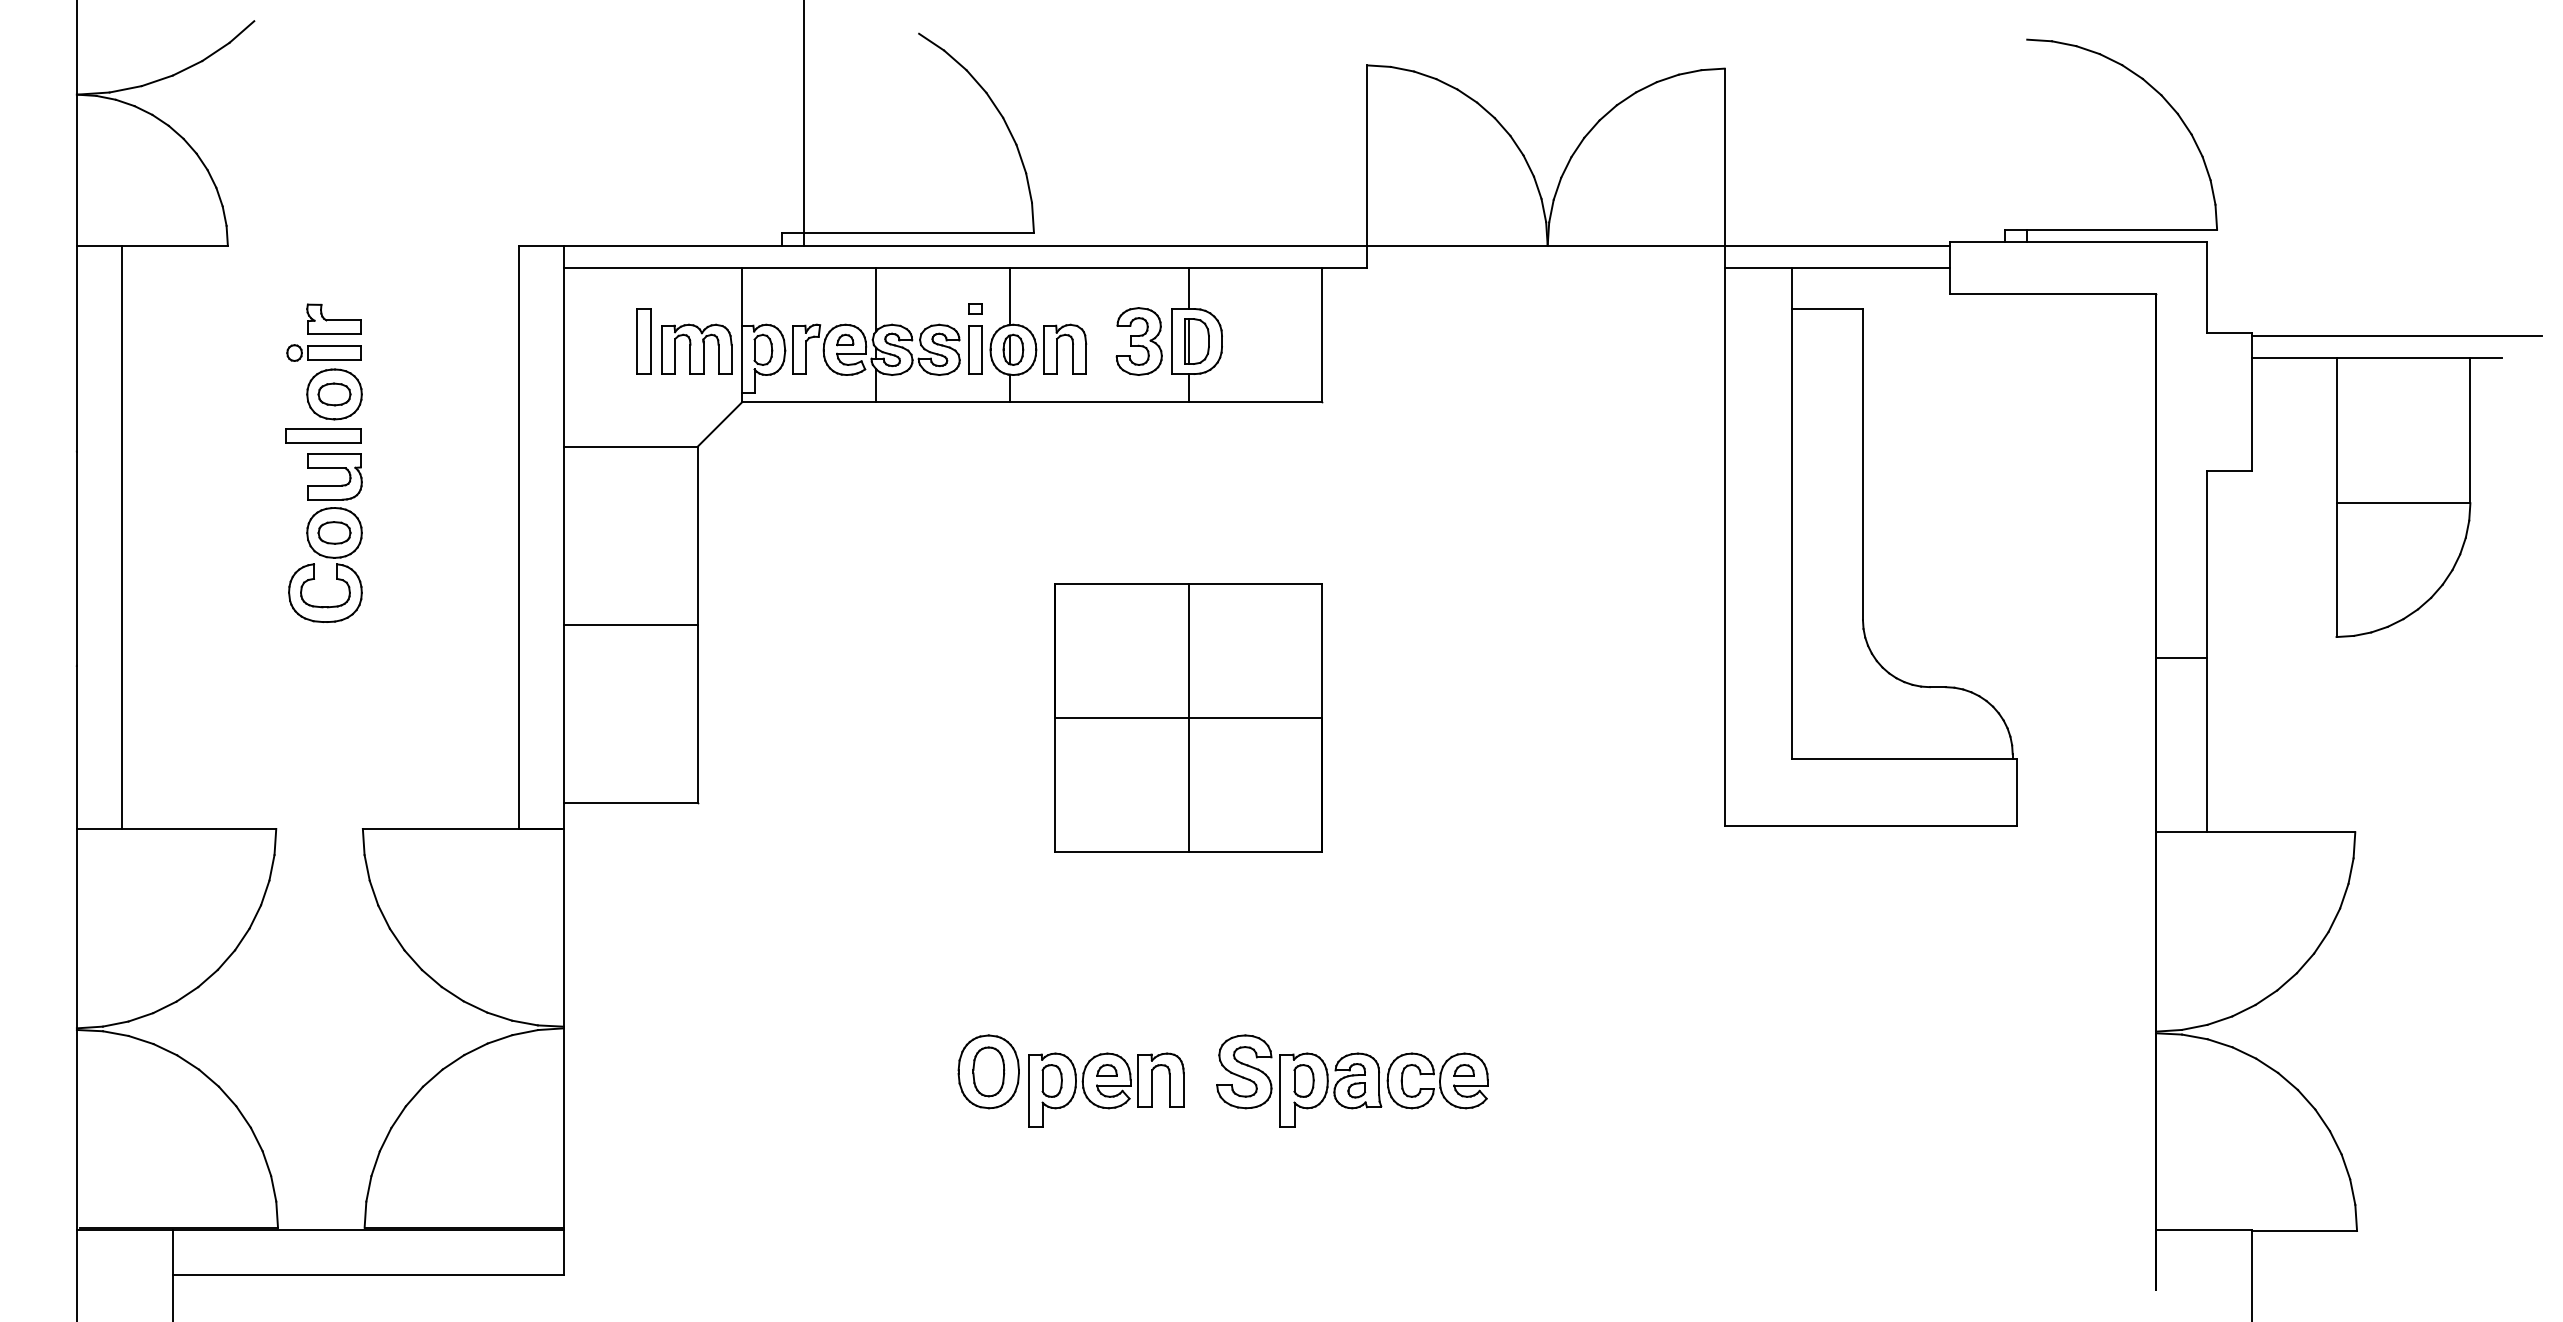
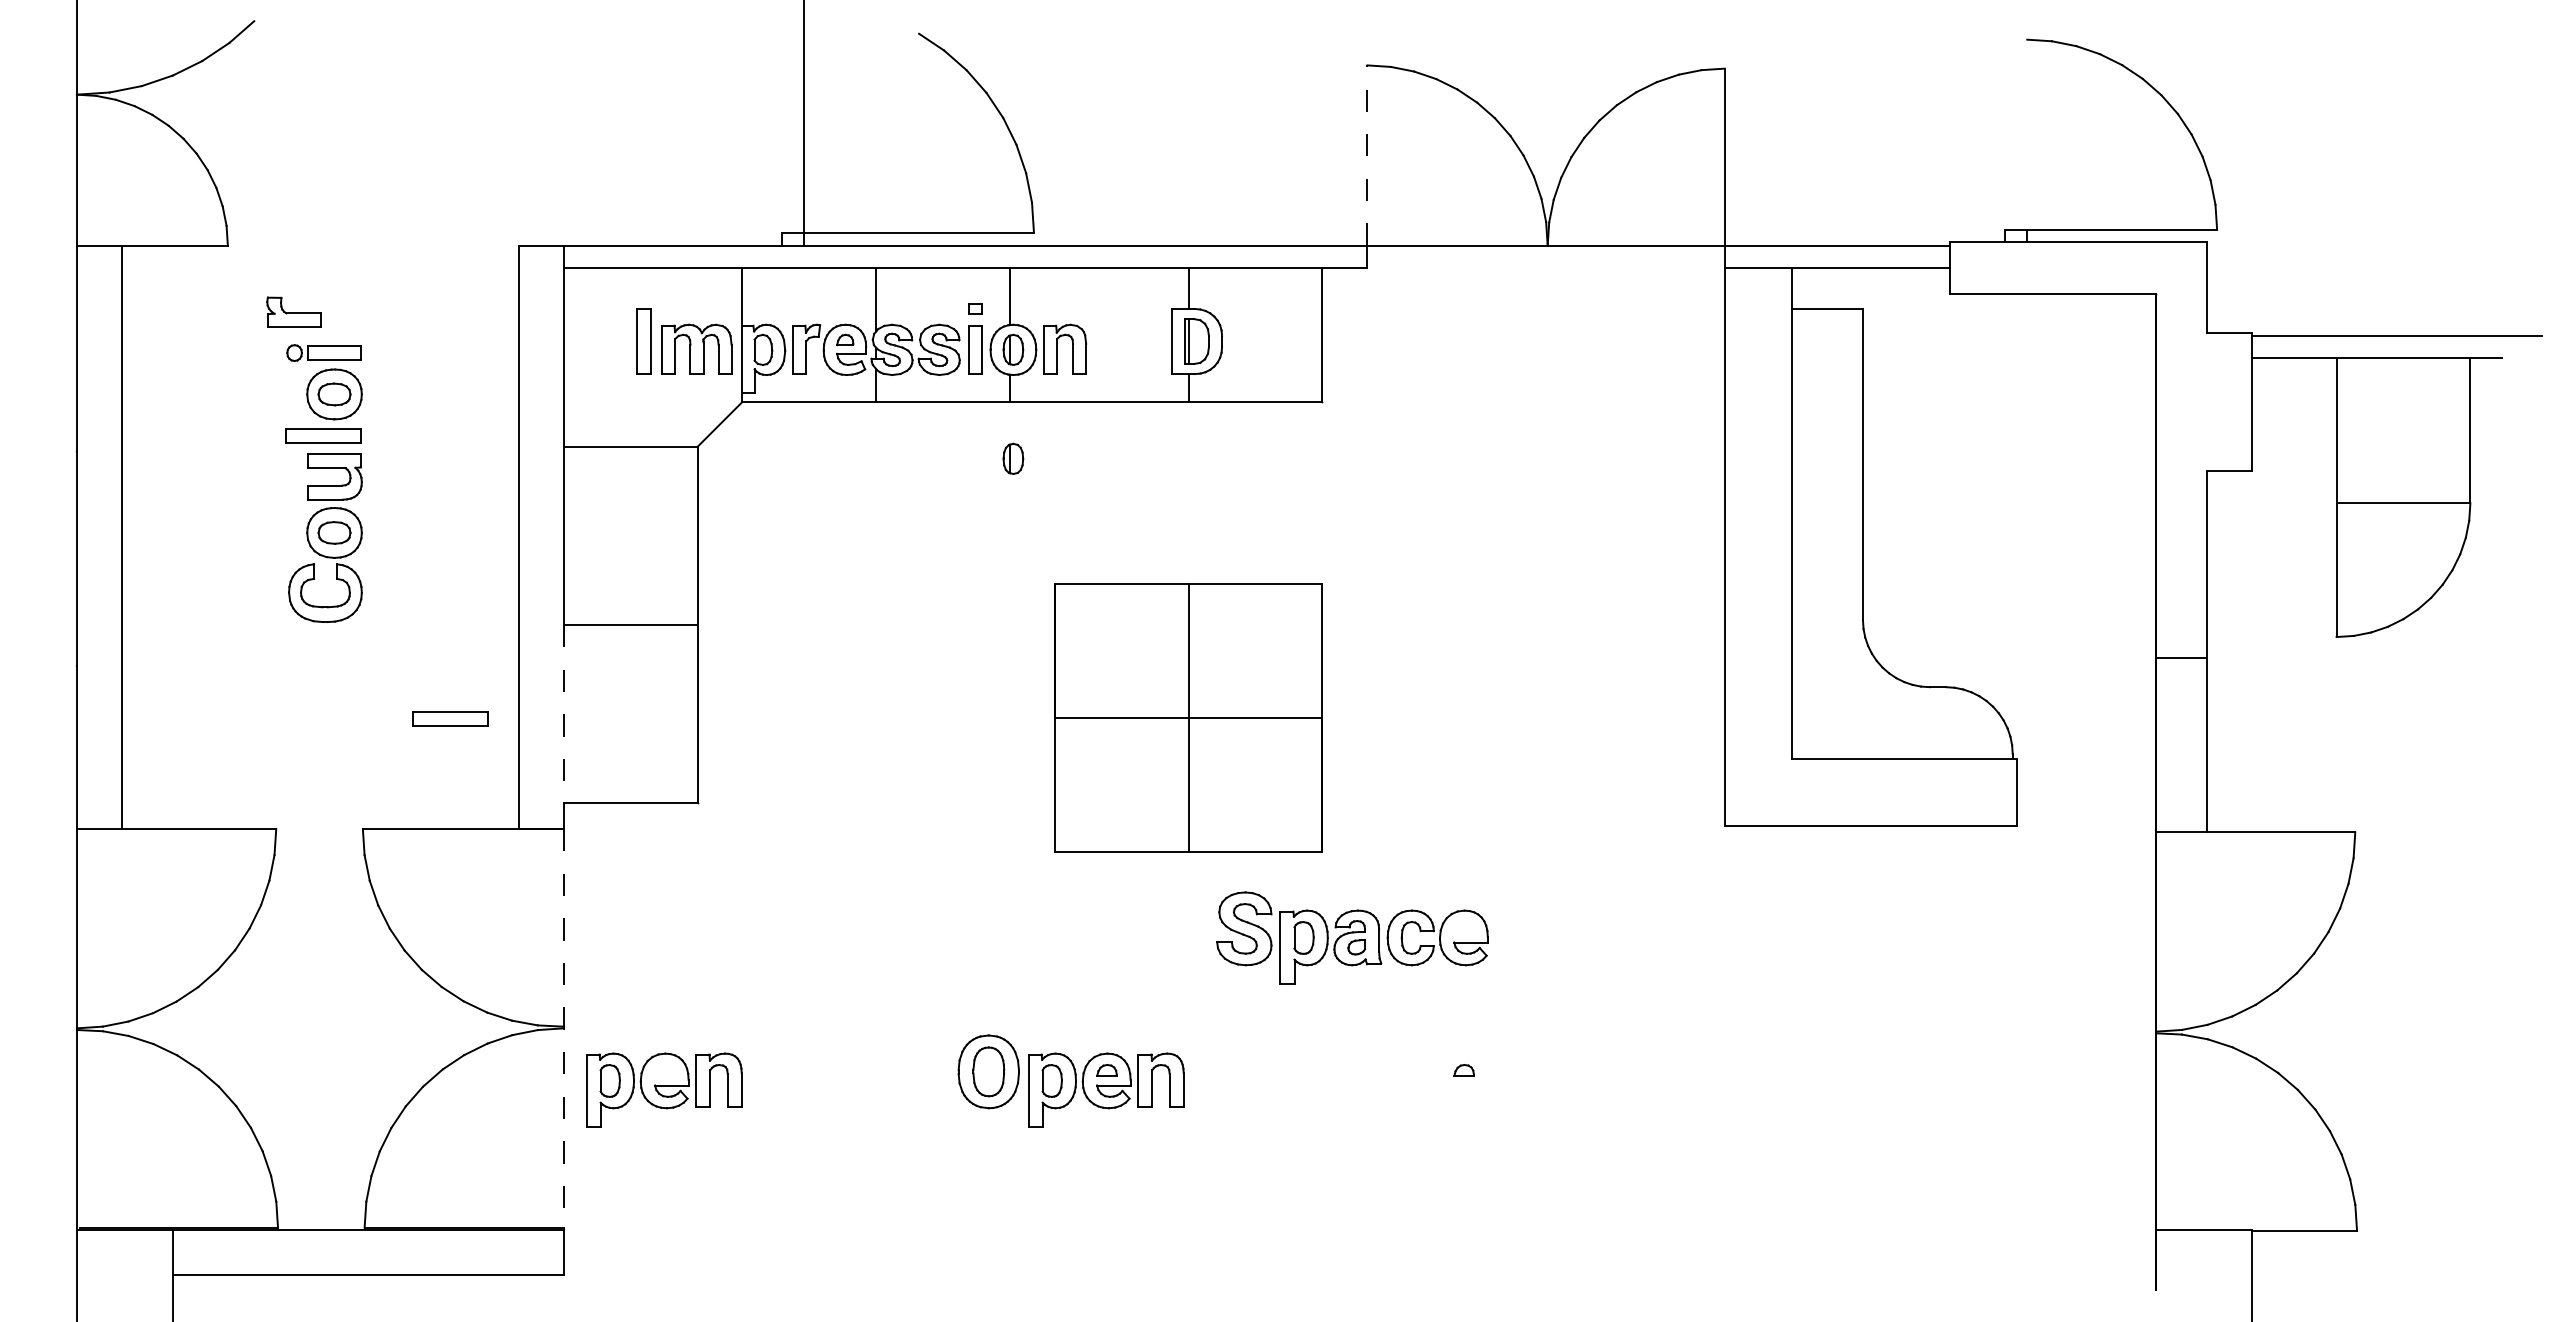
line at (1367, 155): solid -> dashed
part at (333, 318) position: (333, 318) -> (293, 311)
part at (1138, 341): present -> none
part at (1013, 458): none -> present
line at (564, 714): solid -> dashed
part at (450, 718): none -> present
line at (564, 1029): solid -> dashed
part at (1352, 1080) position: (1352, 1080) -> (1352, 937)
part at (664, 1089): none -> present
